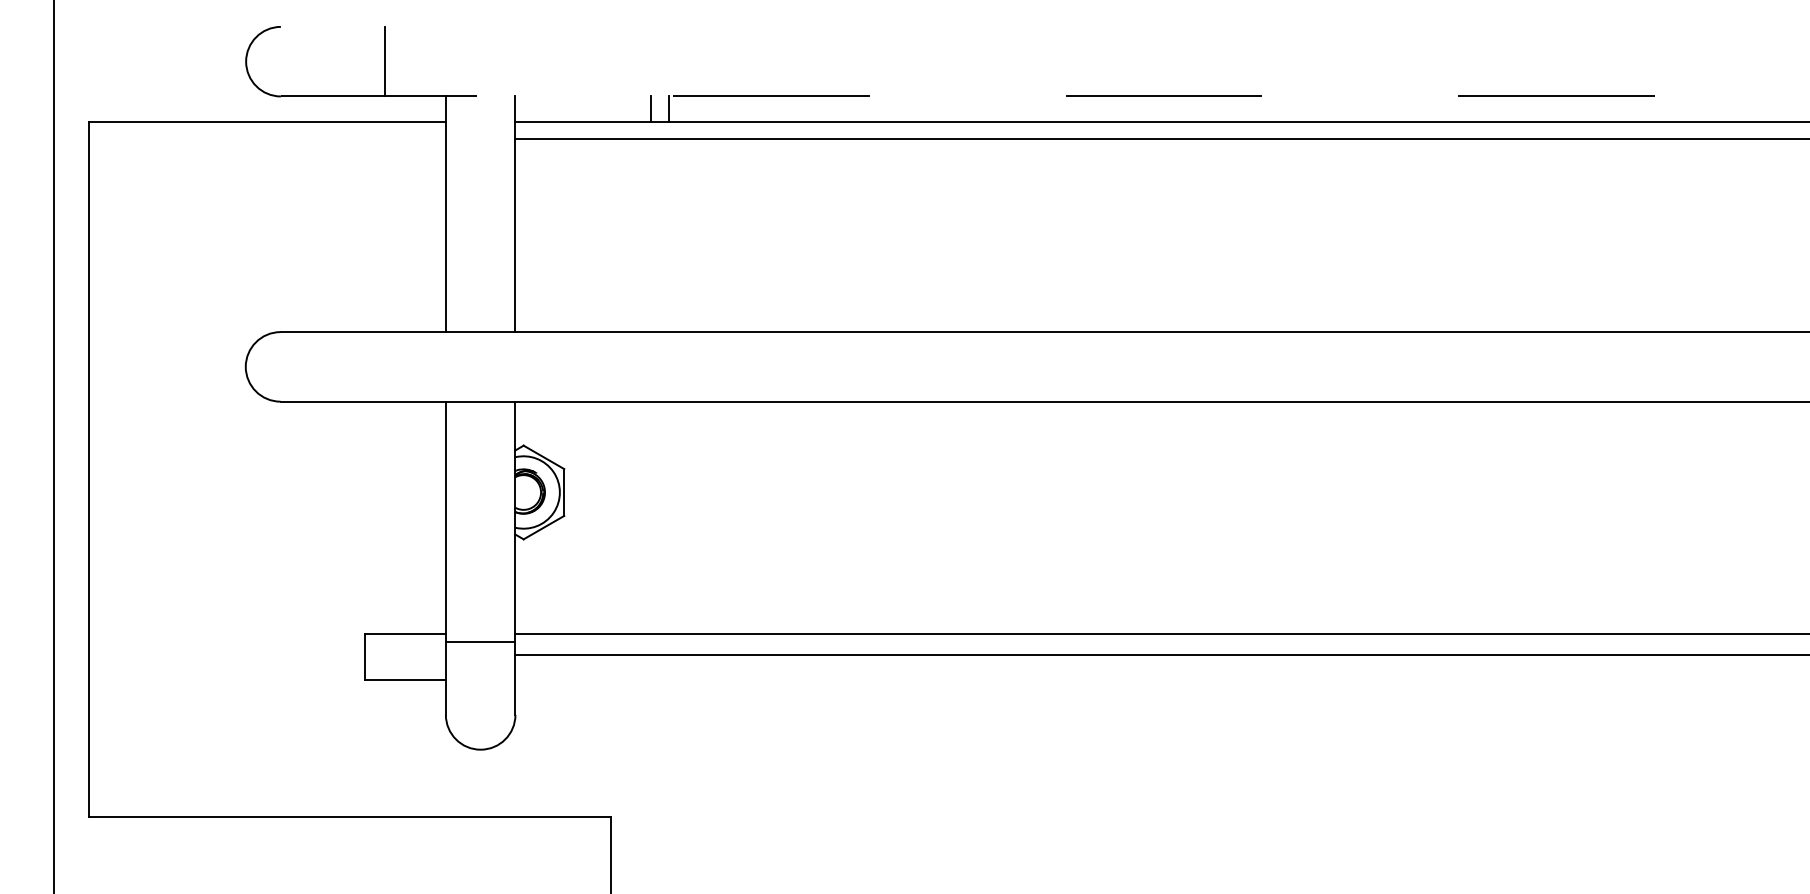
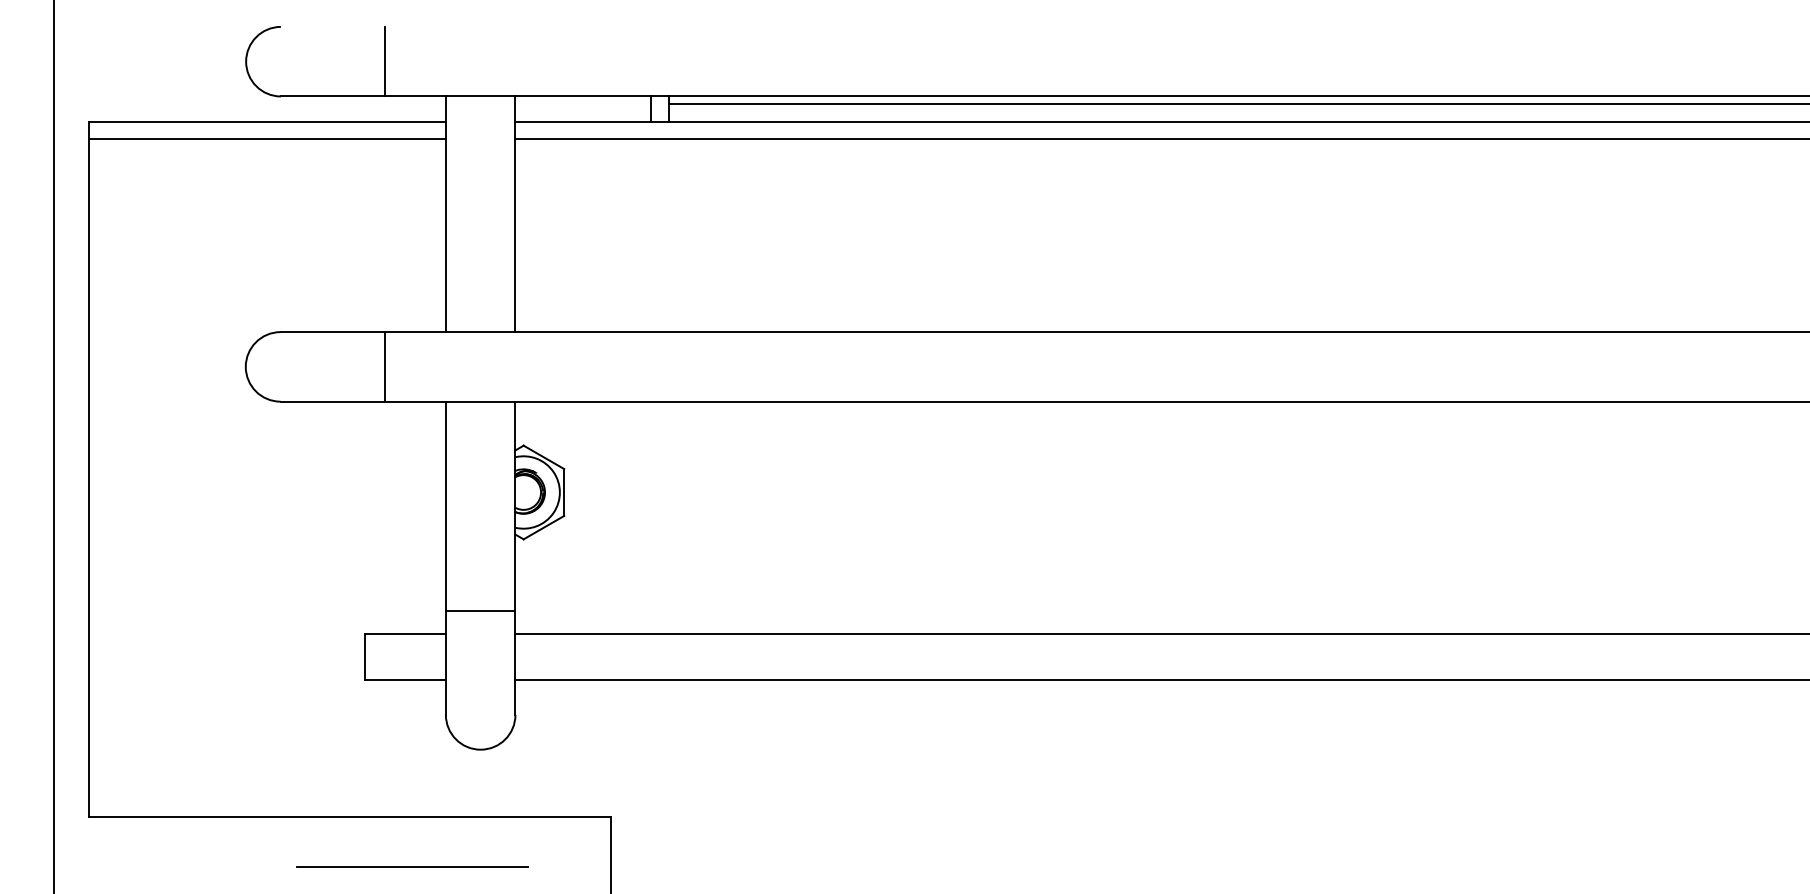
line at (1045, 96): dashed -> solid
line at (1237, 104): none -> present
line at (267, 139): none -> present
line at (384, 366): none -> present
line at (480, 641) position: (480, 641) -> (480, 610)
line at (1160, 655) position: (1160, 655) -> (1160, 680)
line at (412, 866): none -> present
